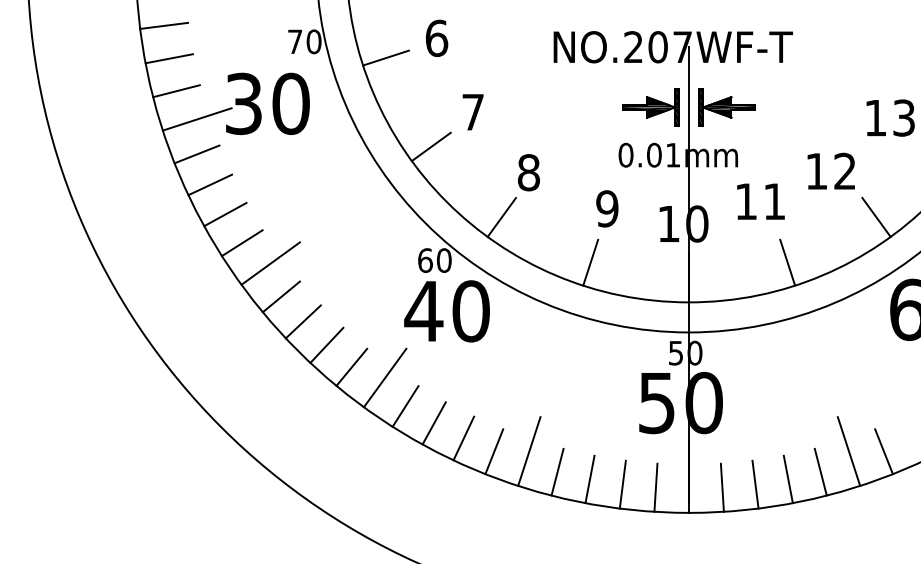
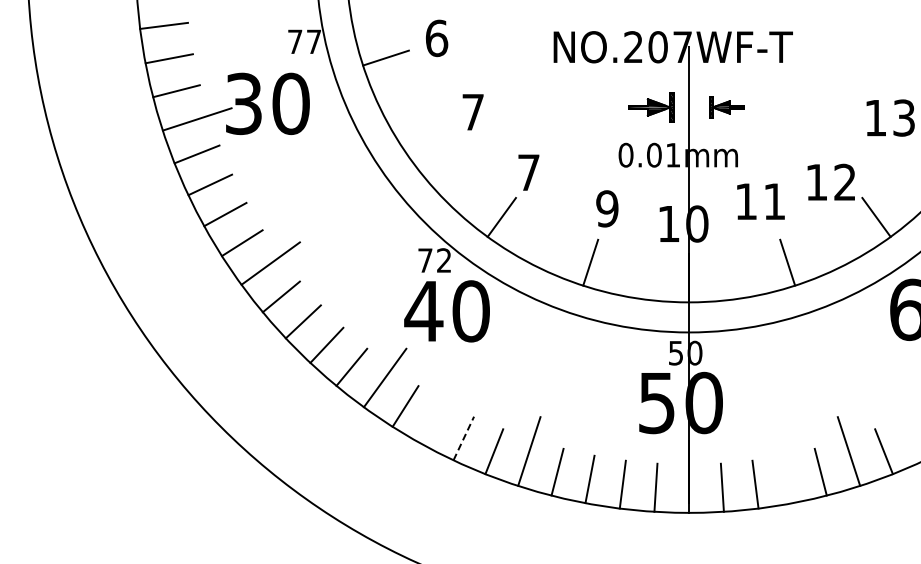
text at (313, 41): 70 -> 77
part at (650, 107) size: 58x39 px -> 47x31 px
part at (726, 107) size: 58x39 px -> 36x23 px
line at (430, 146): present -> none
text at (830, 170) position: (830, 170) -> (830, 181)
text at (528, 172): 8 -> 7
text at (434, 260): 60 -> 72
line at (433, 423): present -> none
line at (464, 438): solid -> dashed
line at (787, 479): present -> none
